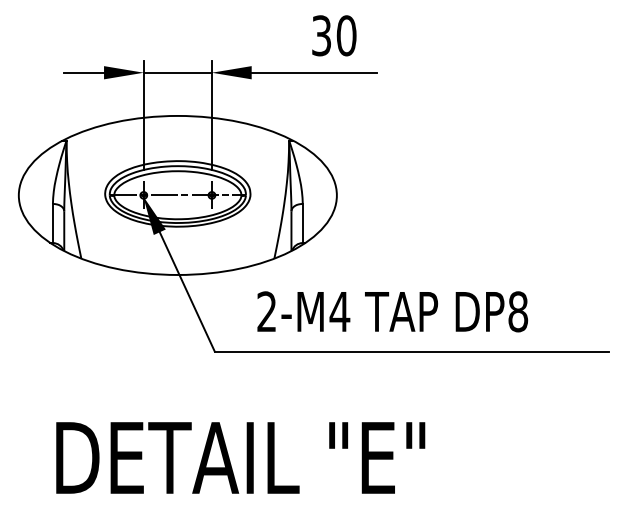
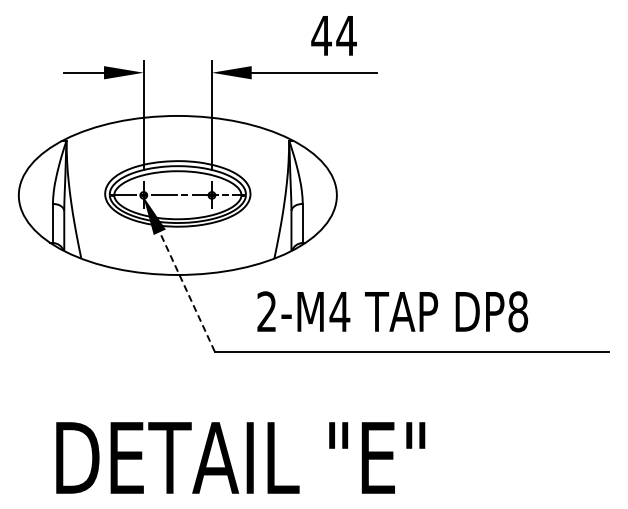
text at (333, 35): 30 -> 44
line at (177, 72): present -> none
line at (187, 291): solid -> dashed
